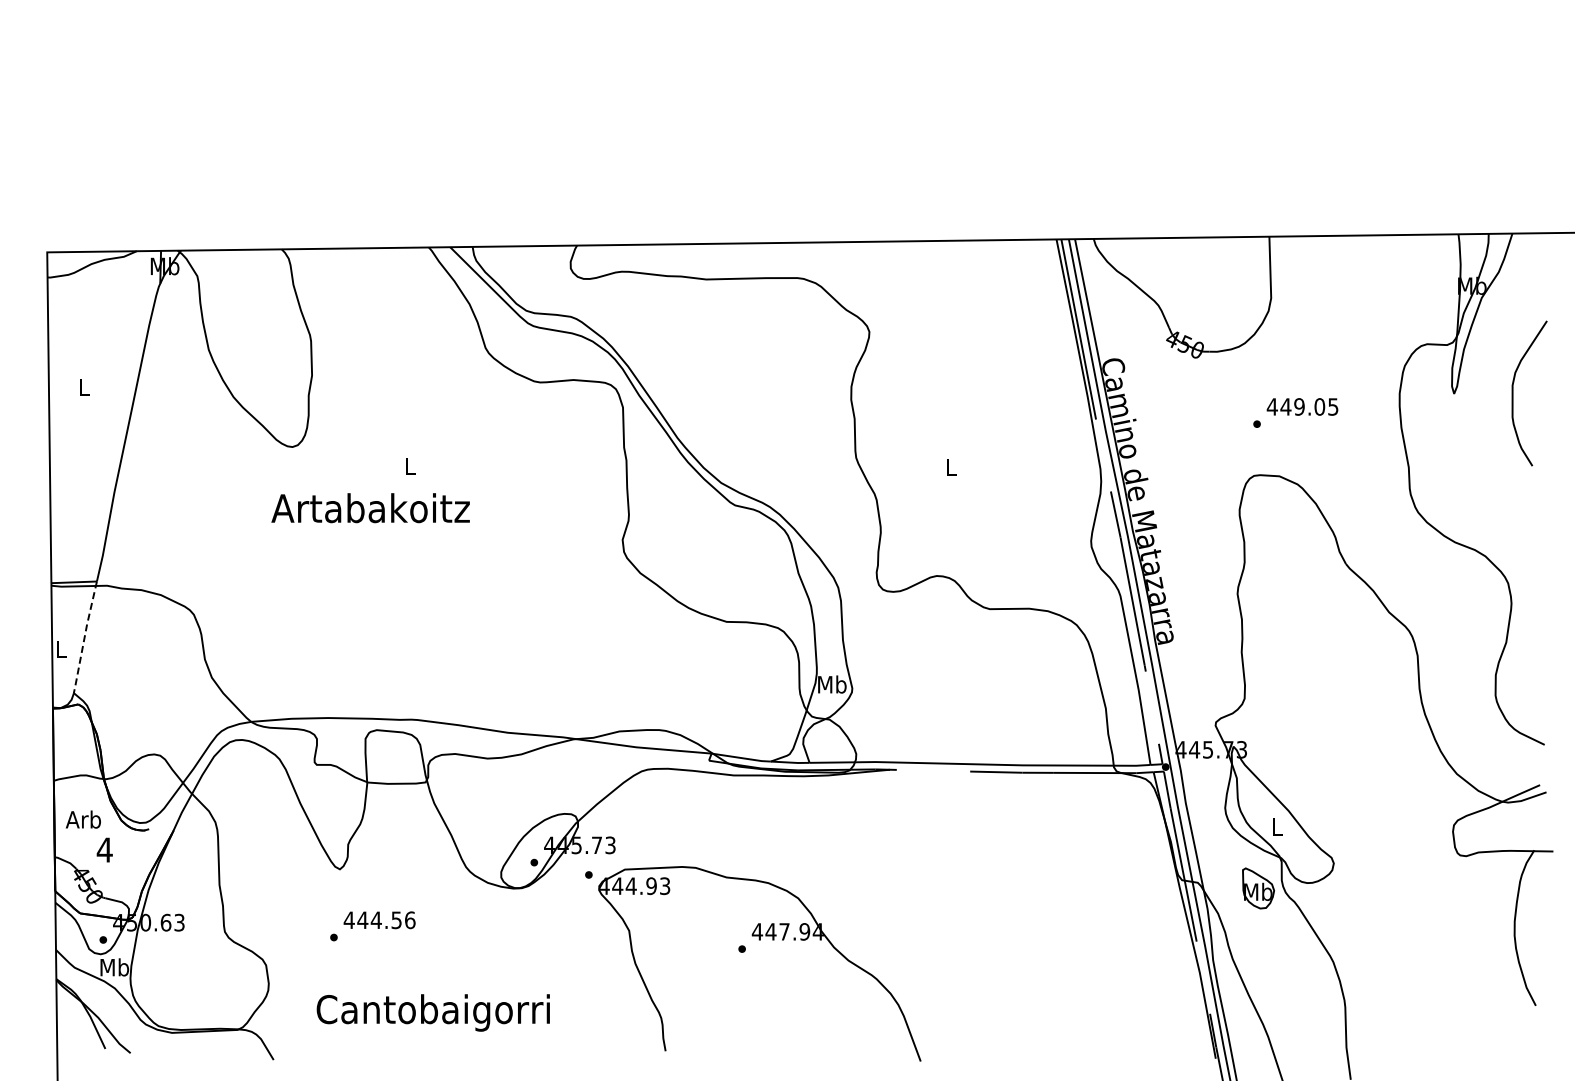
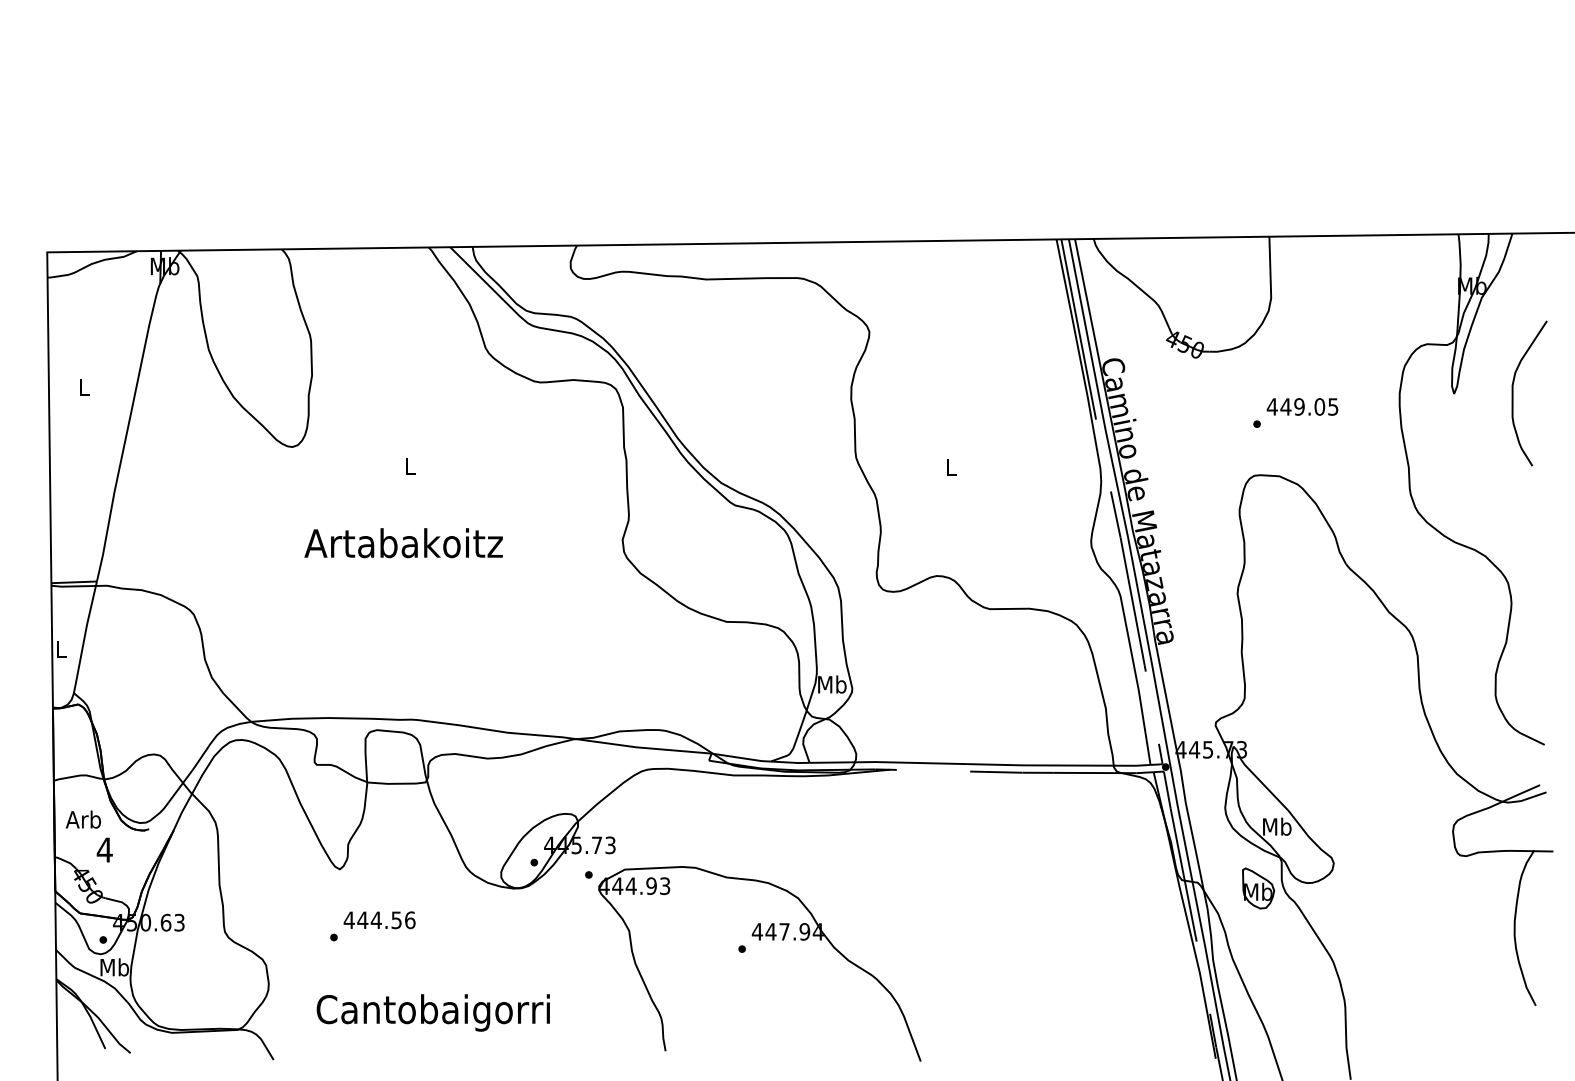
text at (370, 508) position: (370, 508) -> (403, 543)
line at (84, 637): dashed -> solid
text at (1277, 826): L -> Mb
